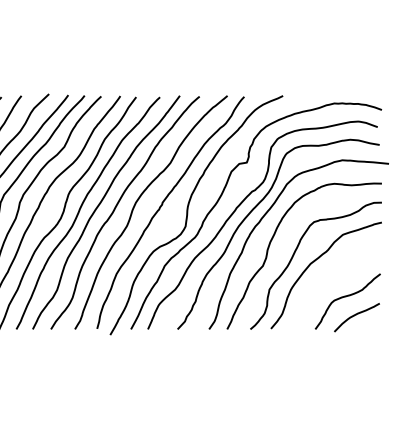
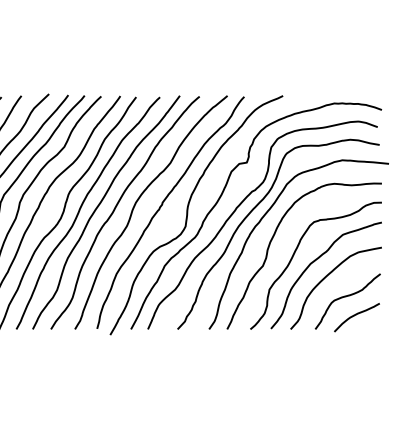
curve at (326, 277): none -> present
